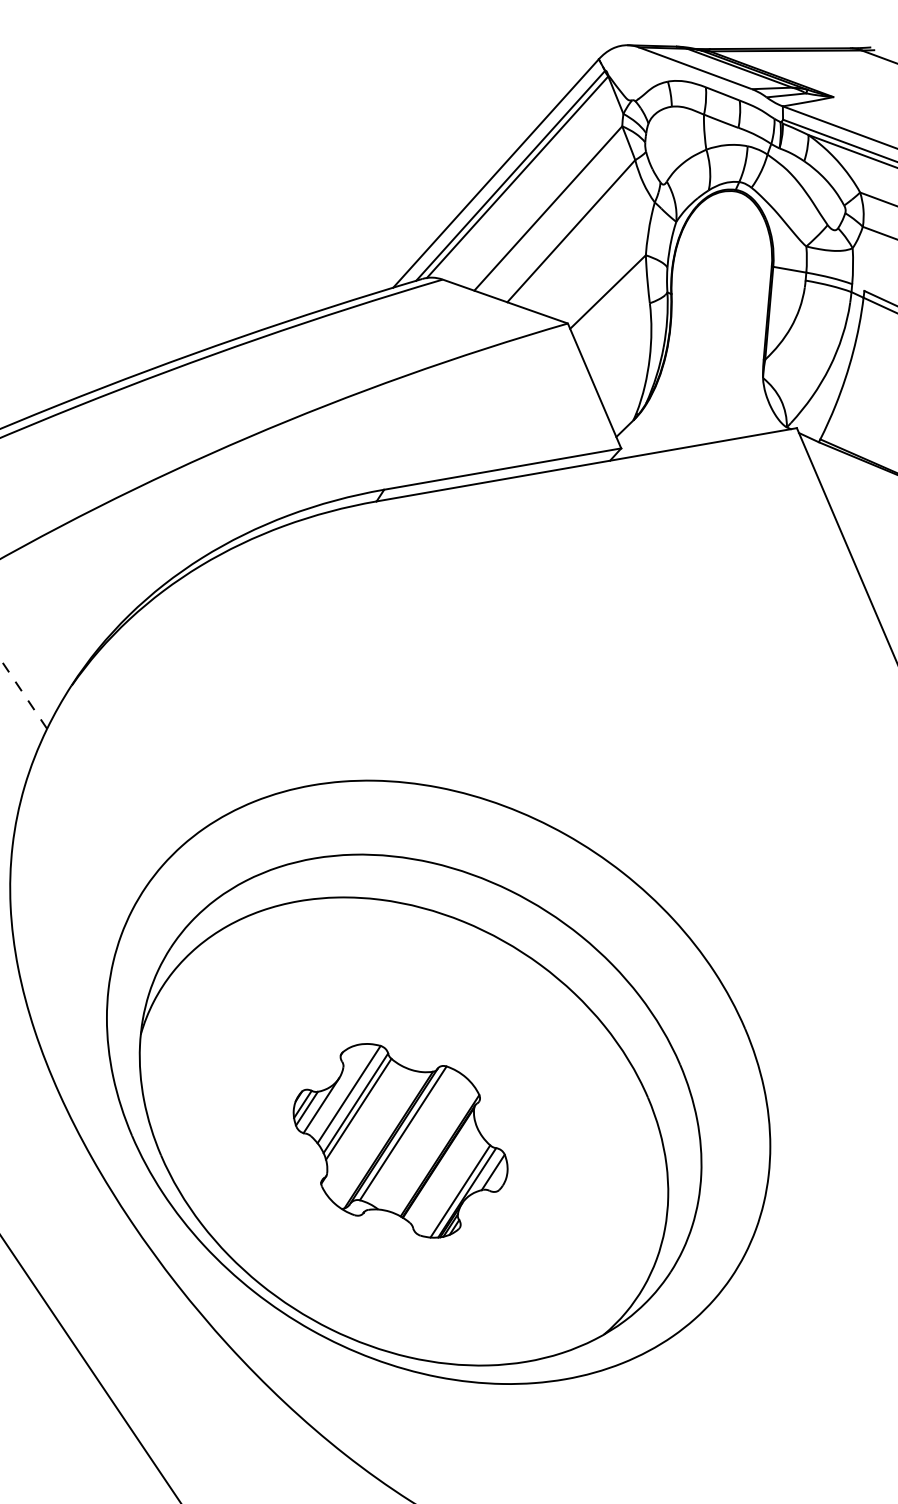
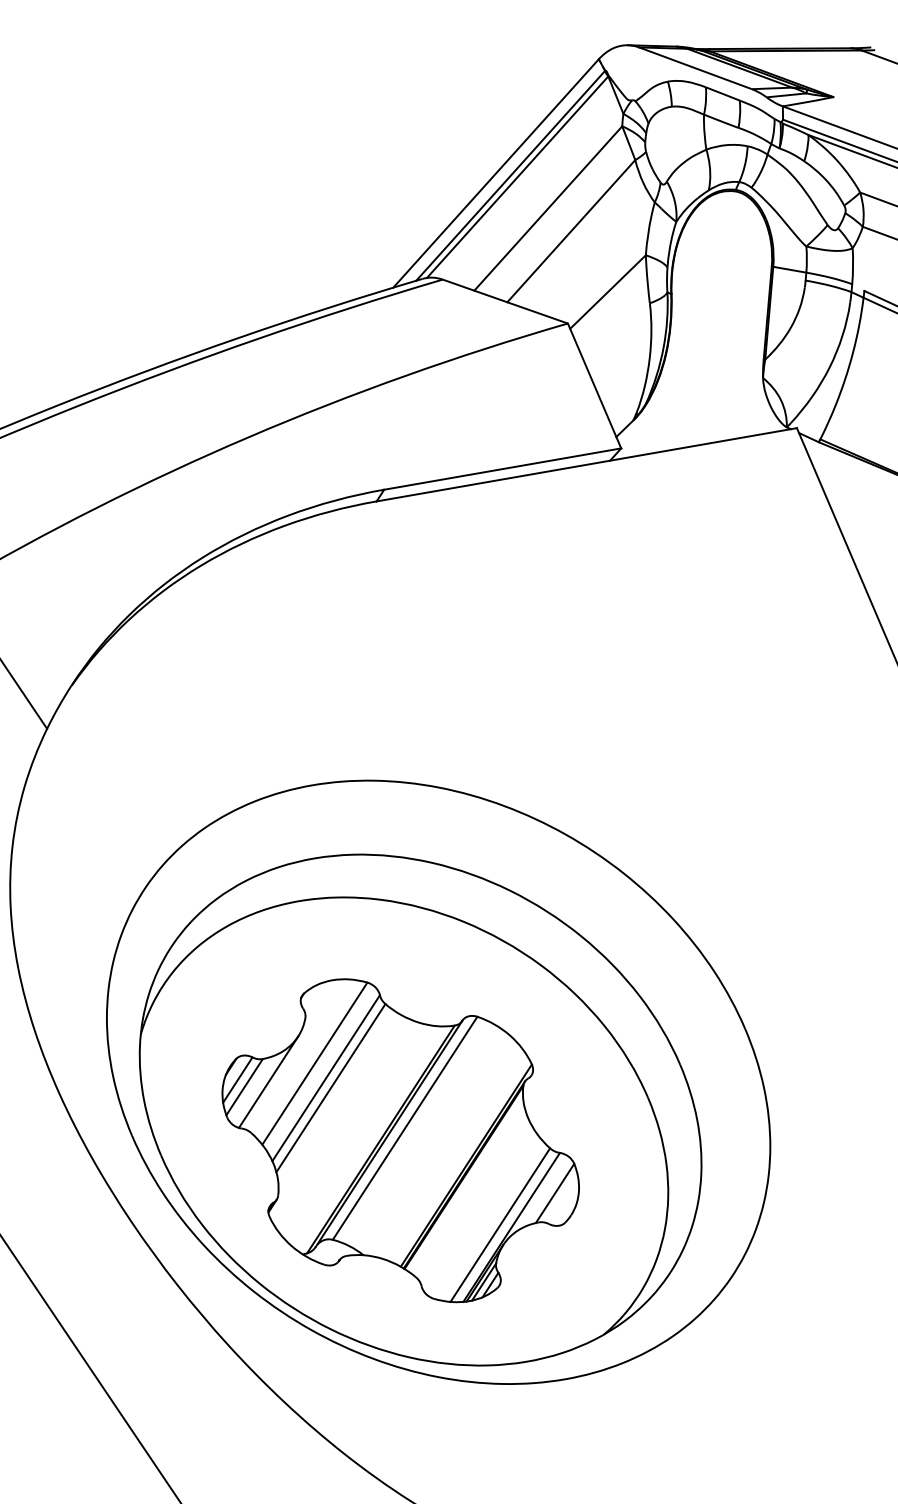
line at (23, 694): dashed -> solid
part at (400, 1140) size: 217x196 px -> 359x326 px
